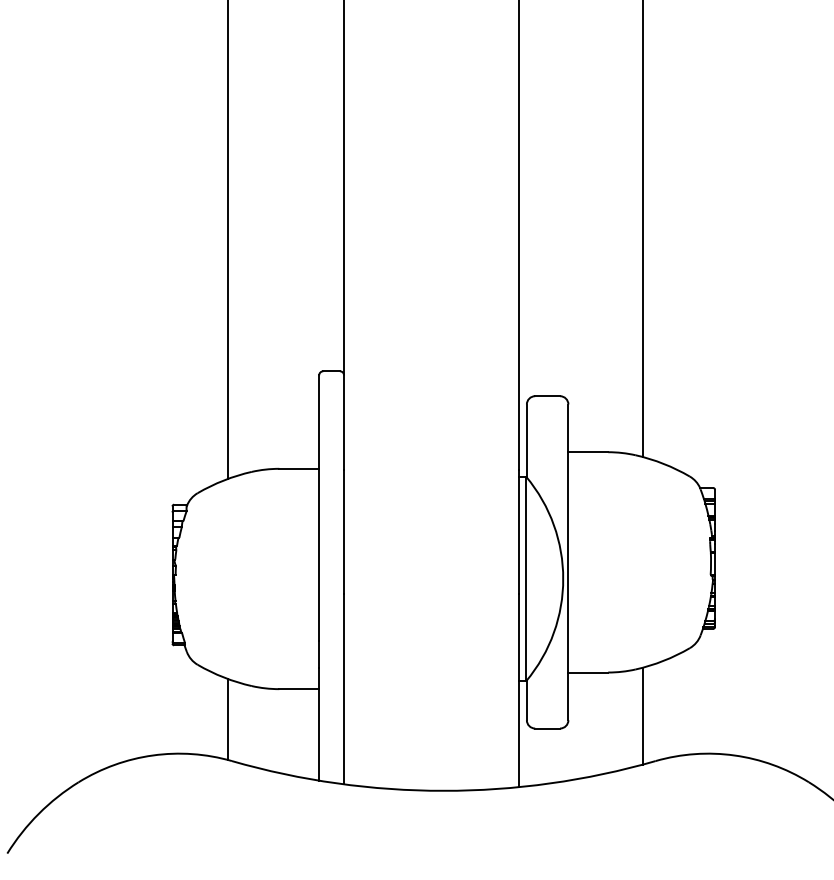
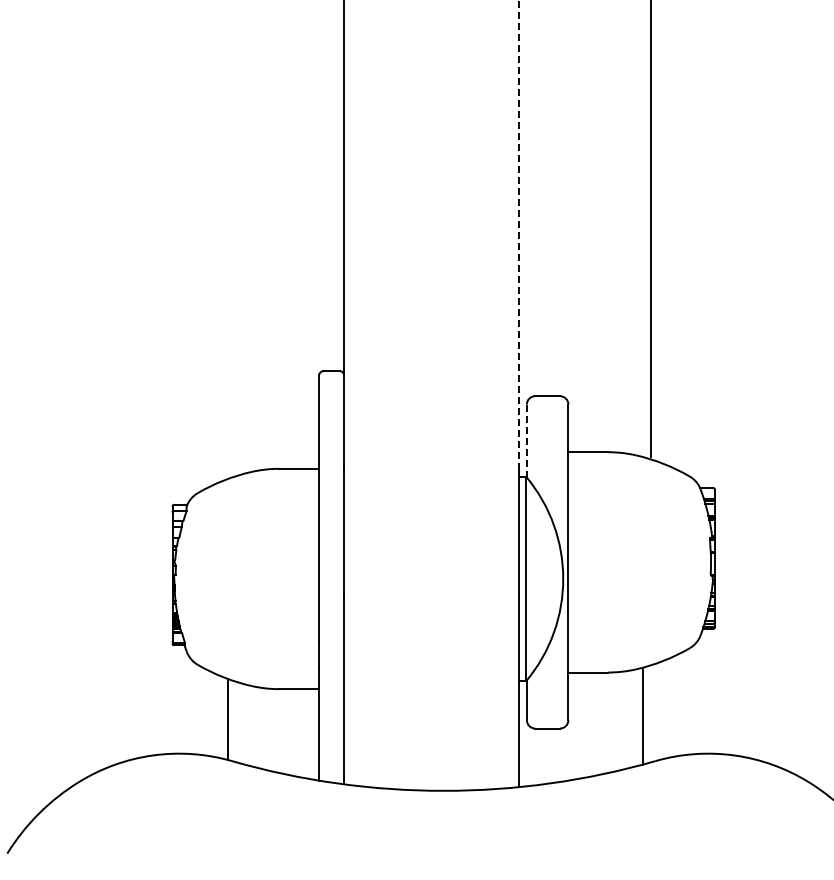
line at (643, 229) position: (643, 229) -> (651, 229)
line at (518, 235): solid -> dashed
line at (227, 240): present -> none
line at (526, 441): solid -> dashed
